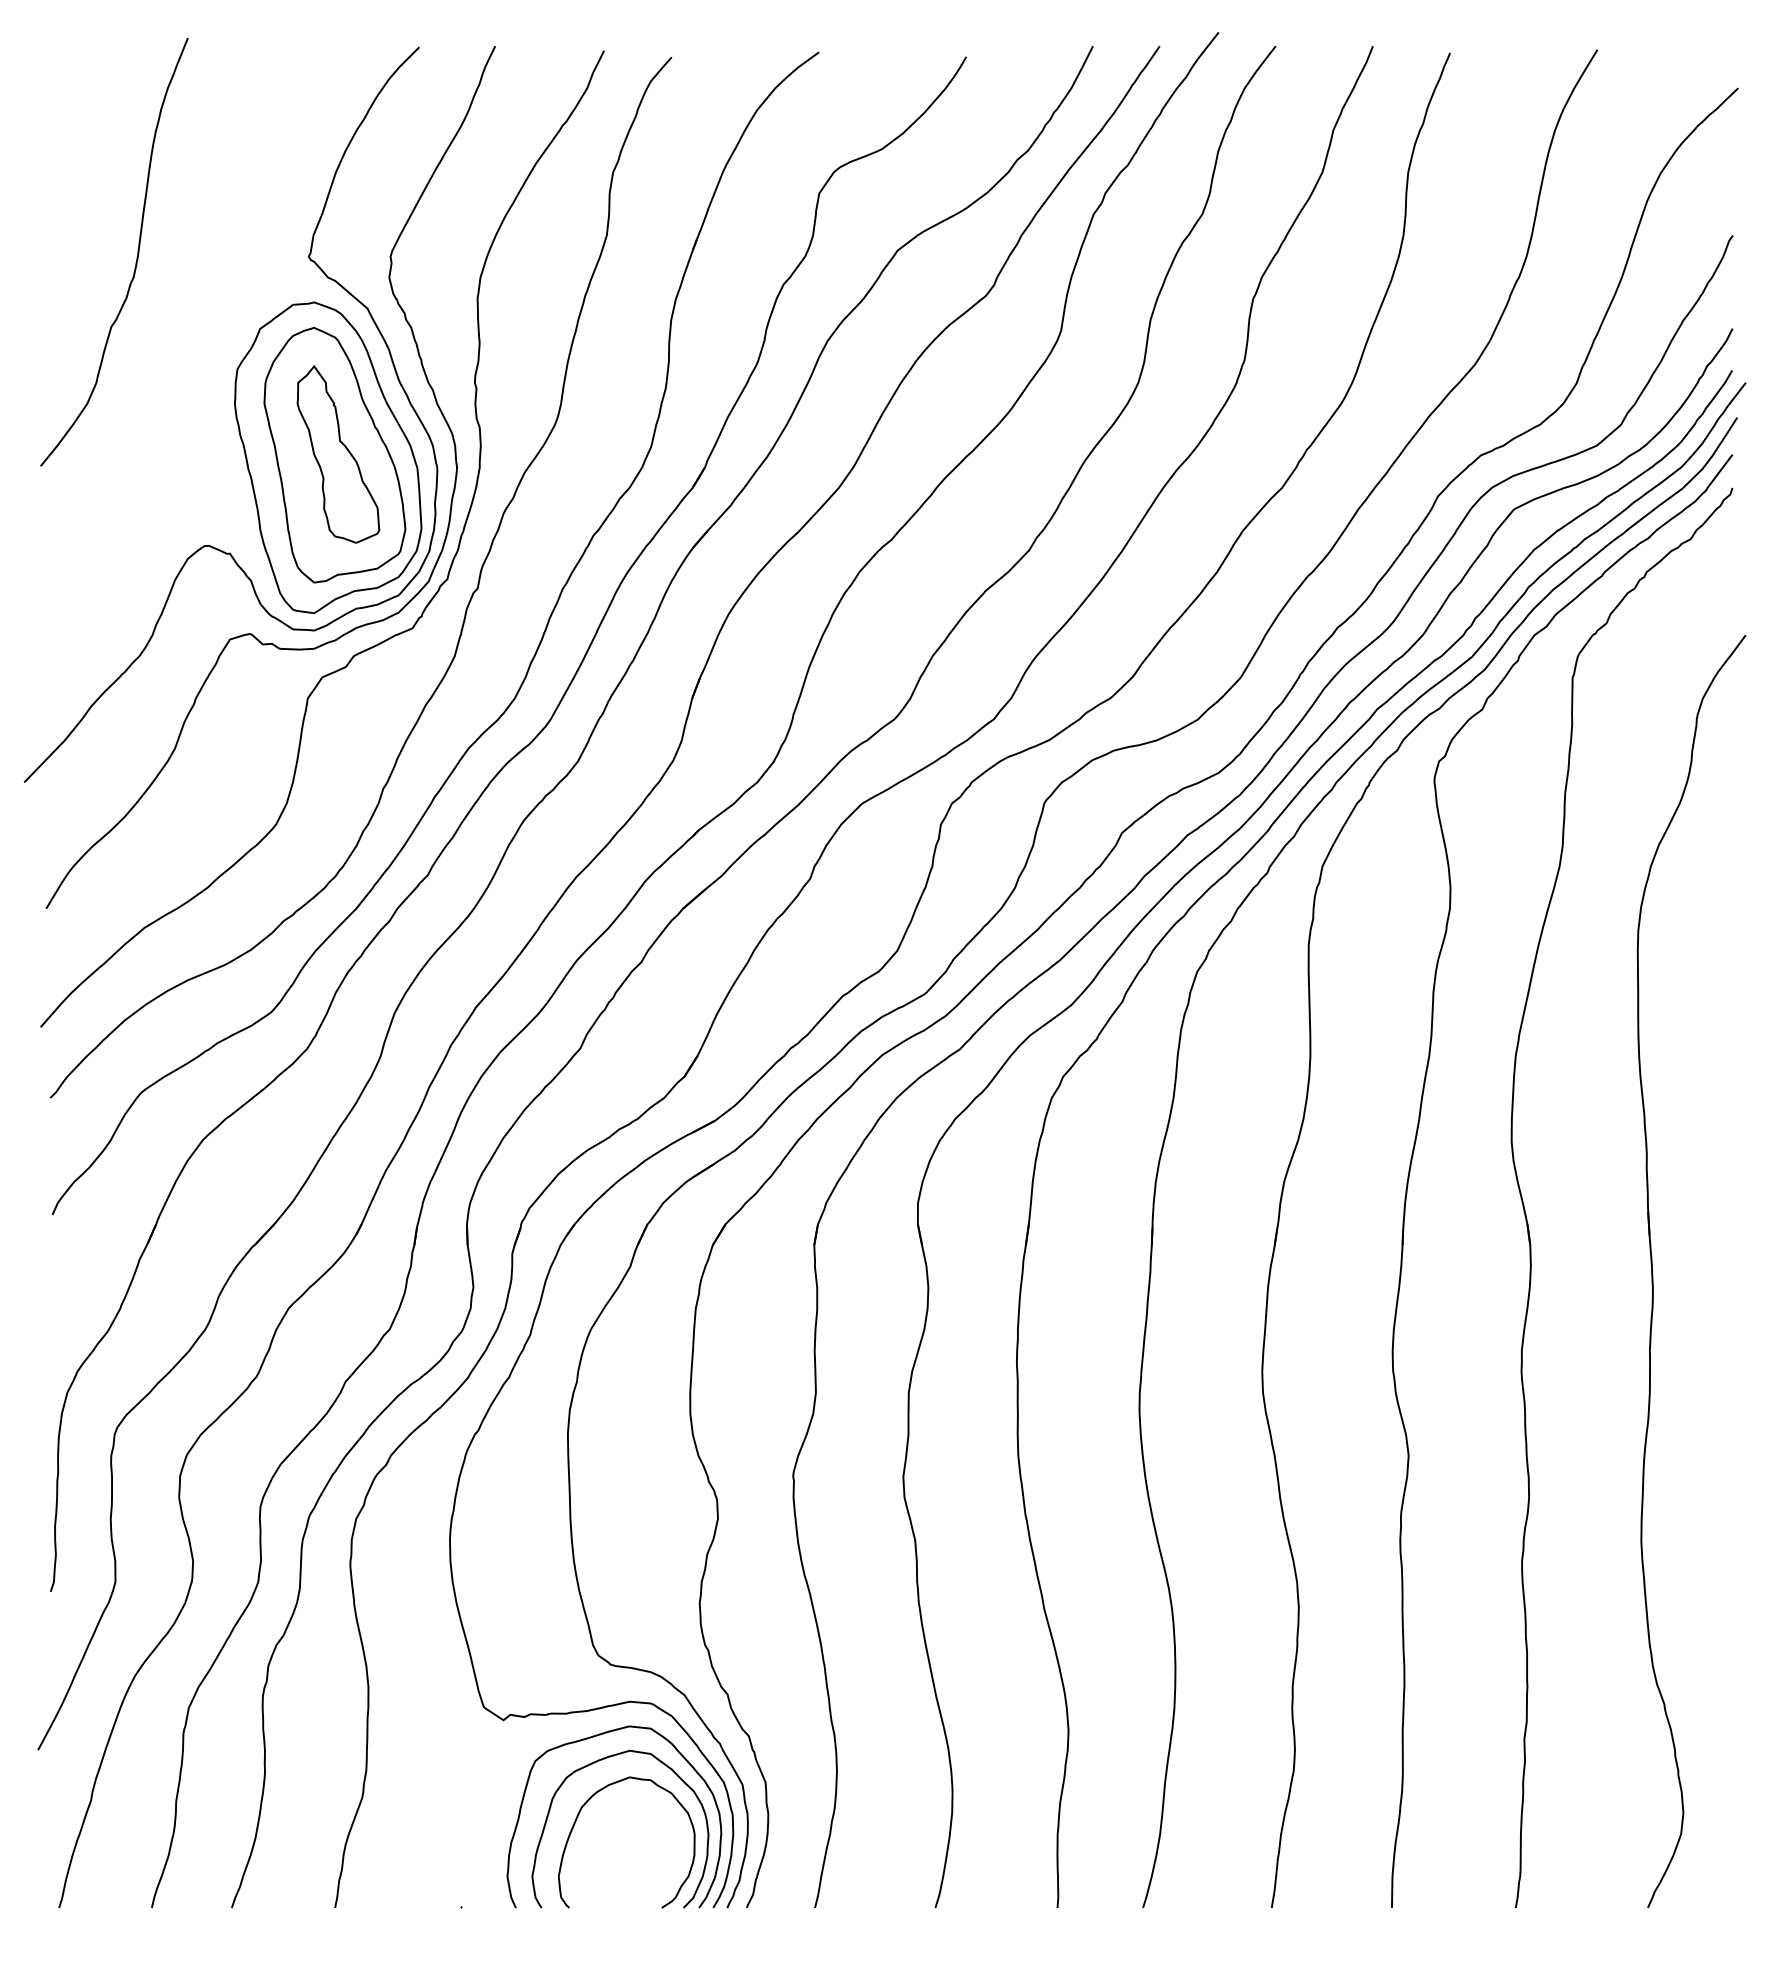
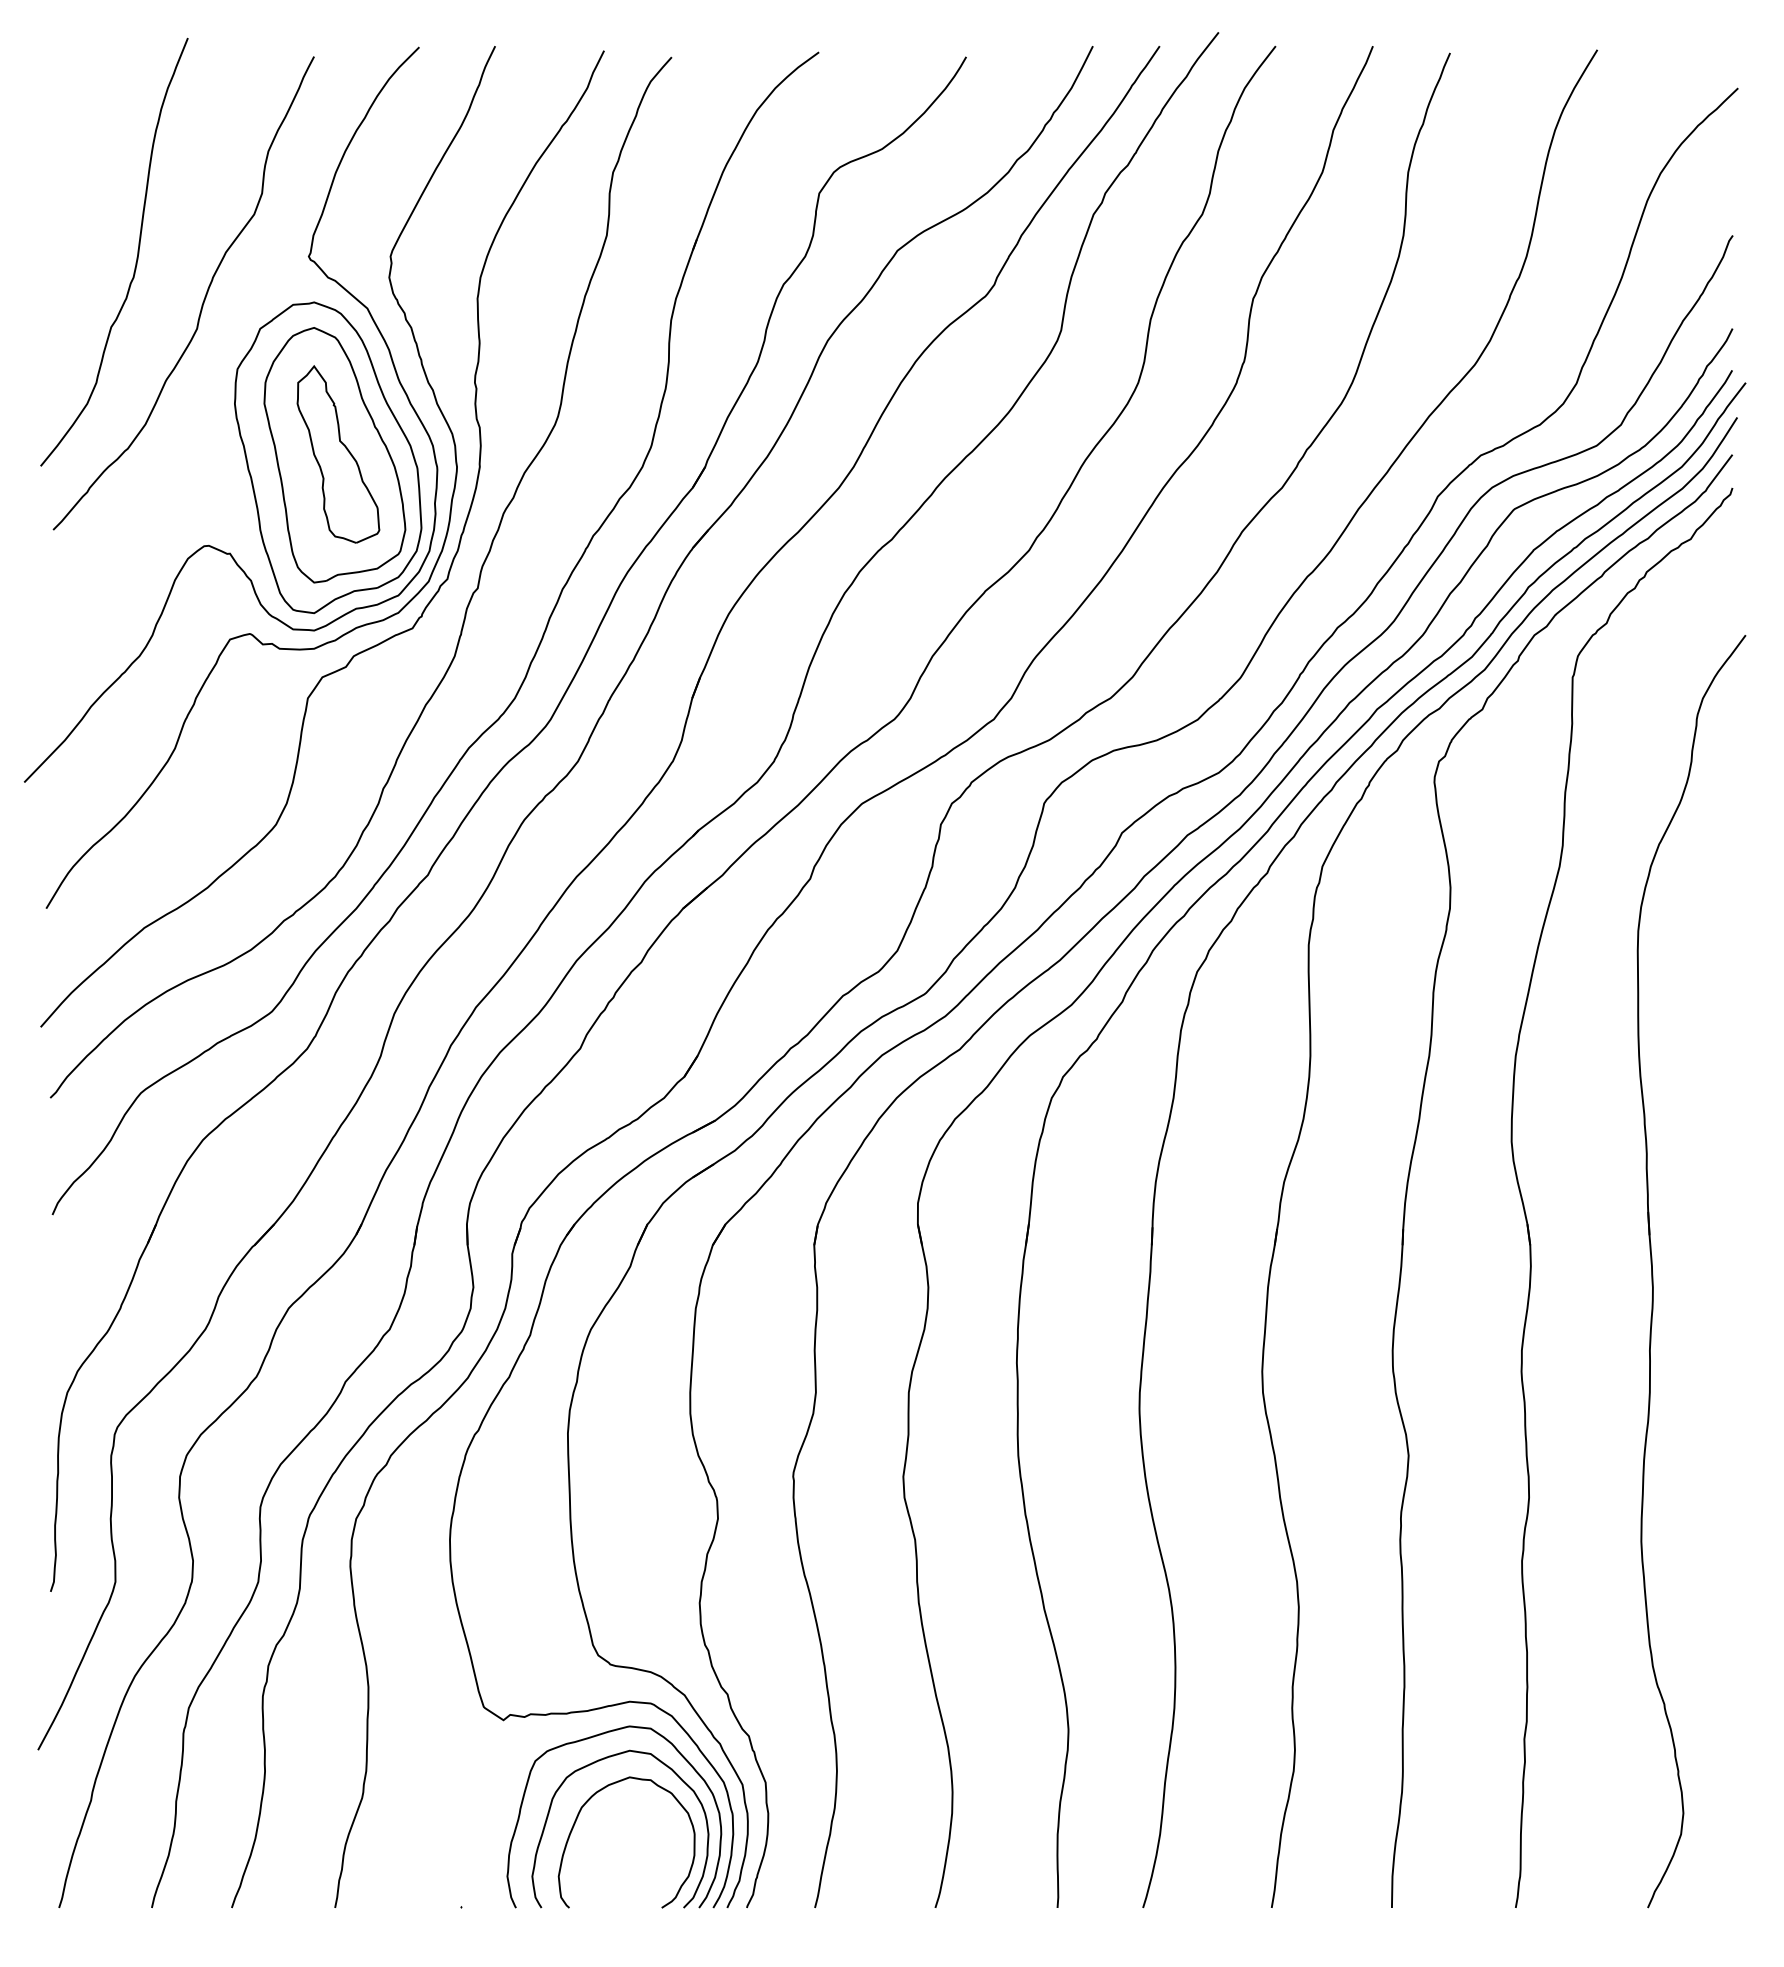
curve at (203, 299): none -> present
